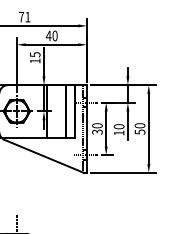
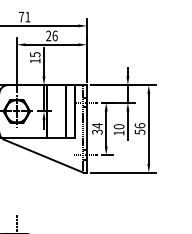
text at (51, 35): 40 -> 26
text at (97, 125): 30 -> 34
text at (139, 125): 50 -> 56
